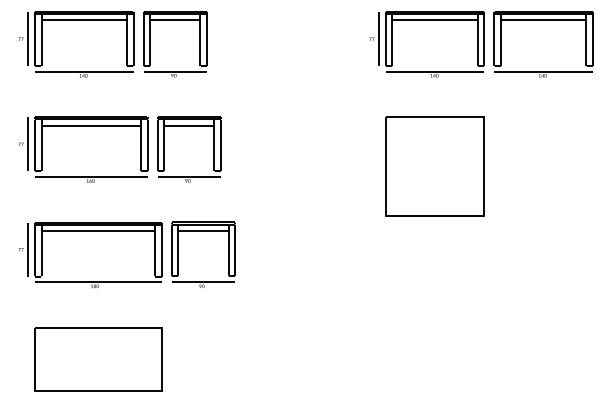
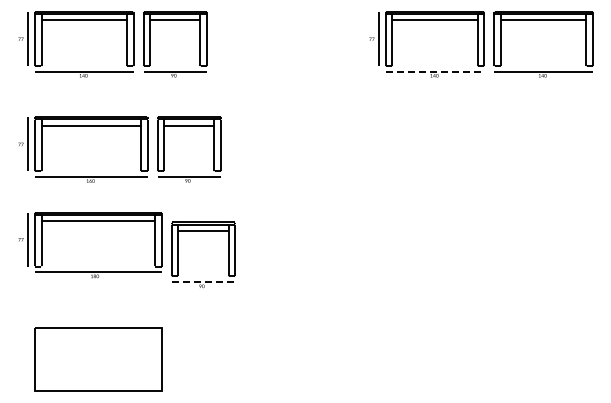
line at (435, 71): solid -> dashed
part at (434, 166): present -> none
part at (90, 231) position: (90, 231) -> (90, 221)
line at (203, 282): solid -> dashed
